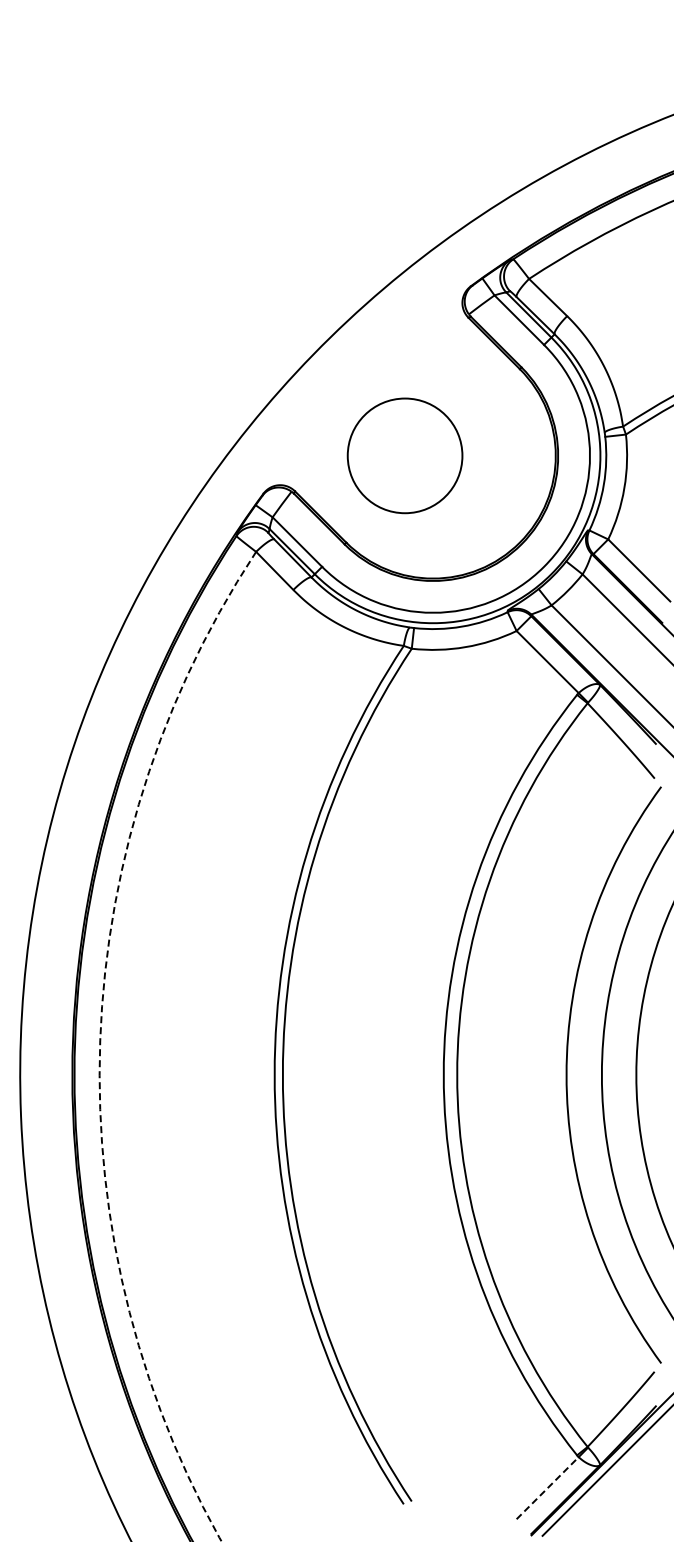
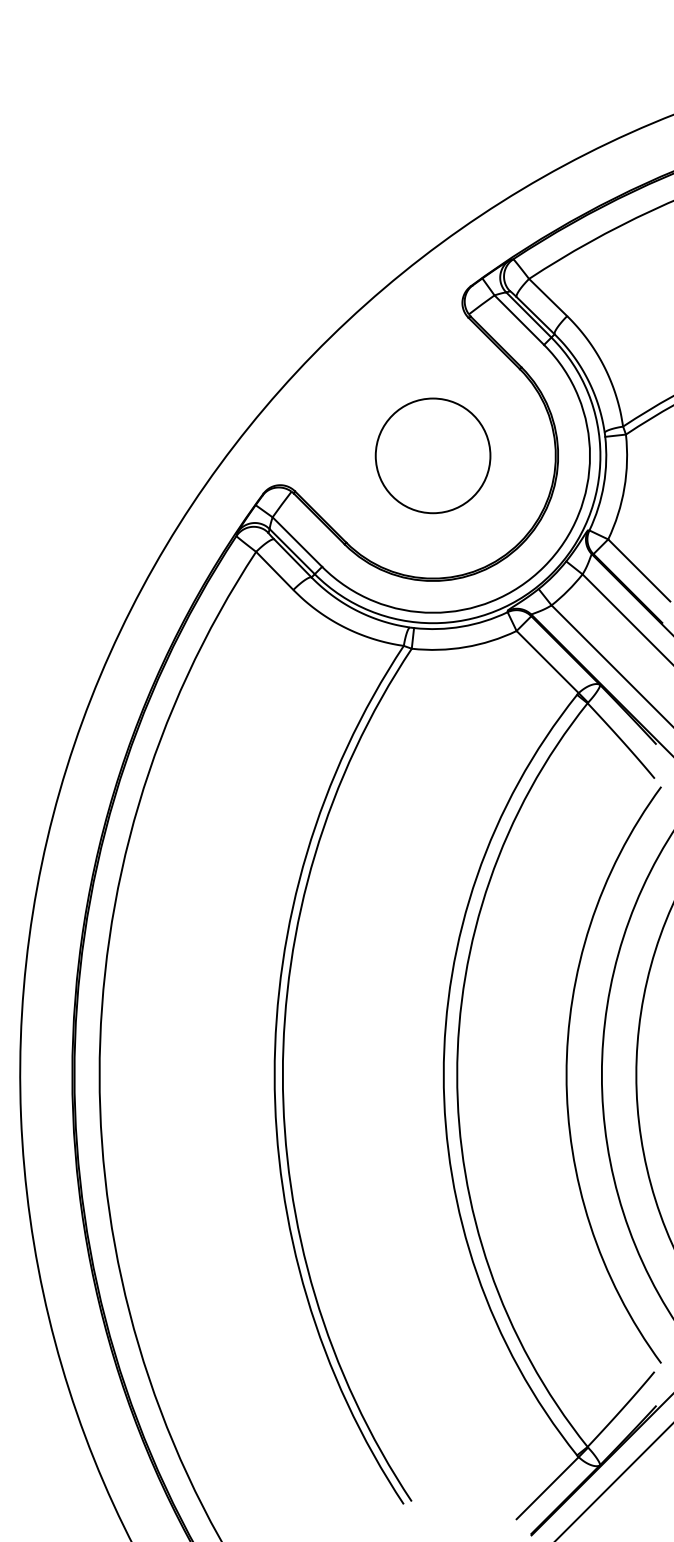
circle at (404, 455) position: (404, 455) -> (432, 455)
arc at (100, 1042): dashed -> solid
line at (606, 1471) position: (606, 1471) -> (613, 1481)
line at (547, 1488): dashed -> solid
